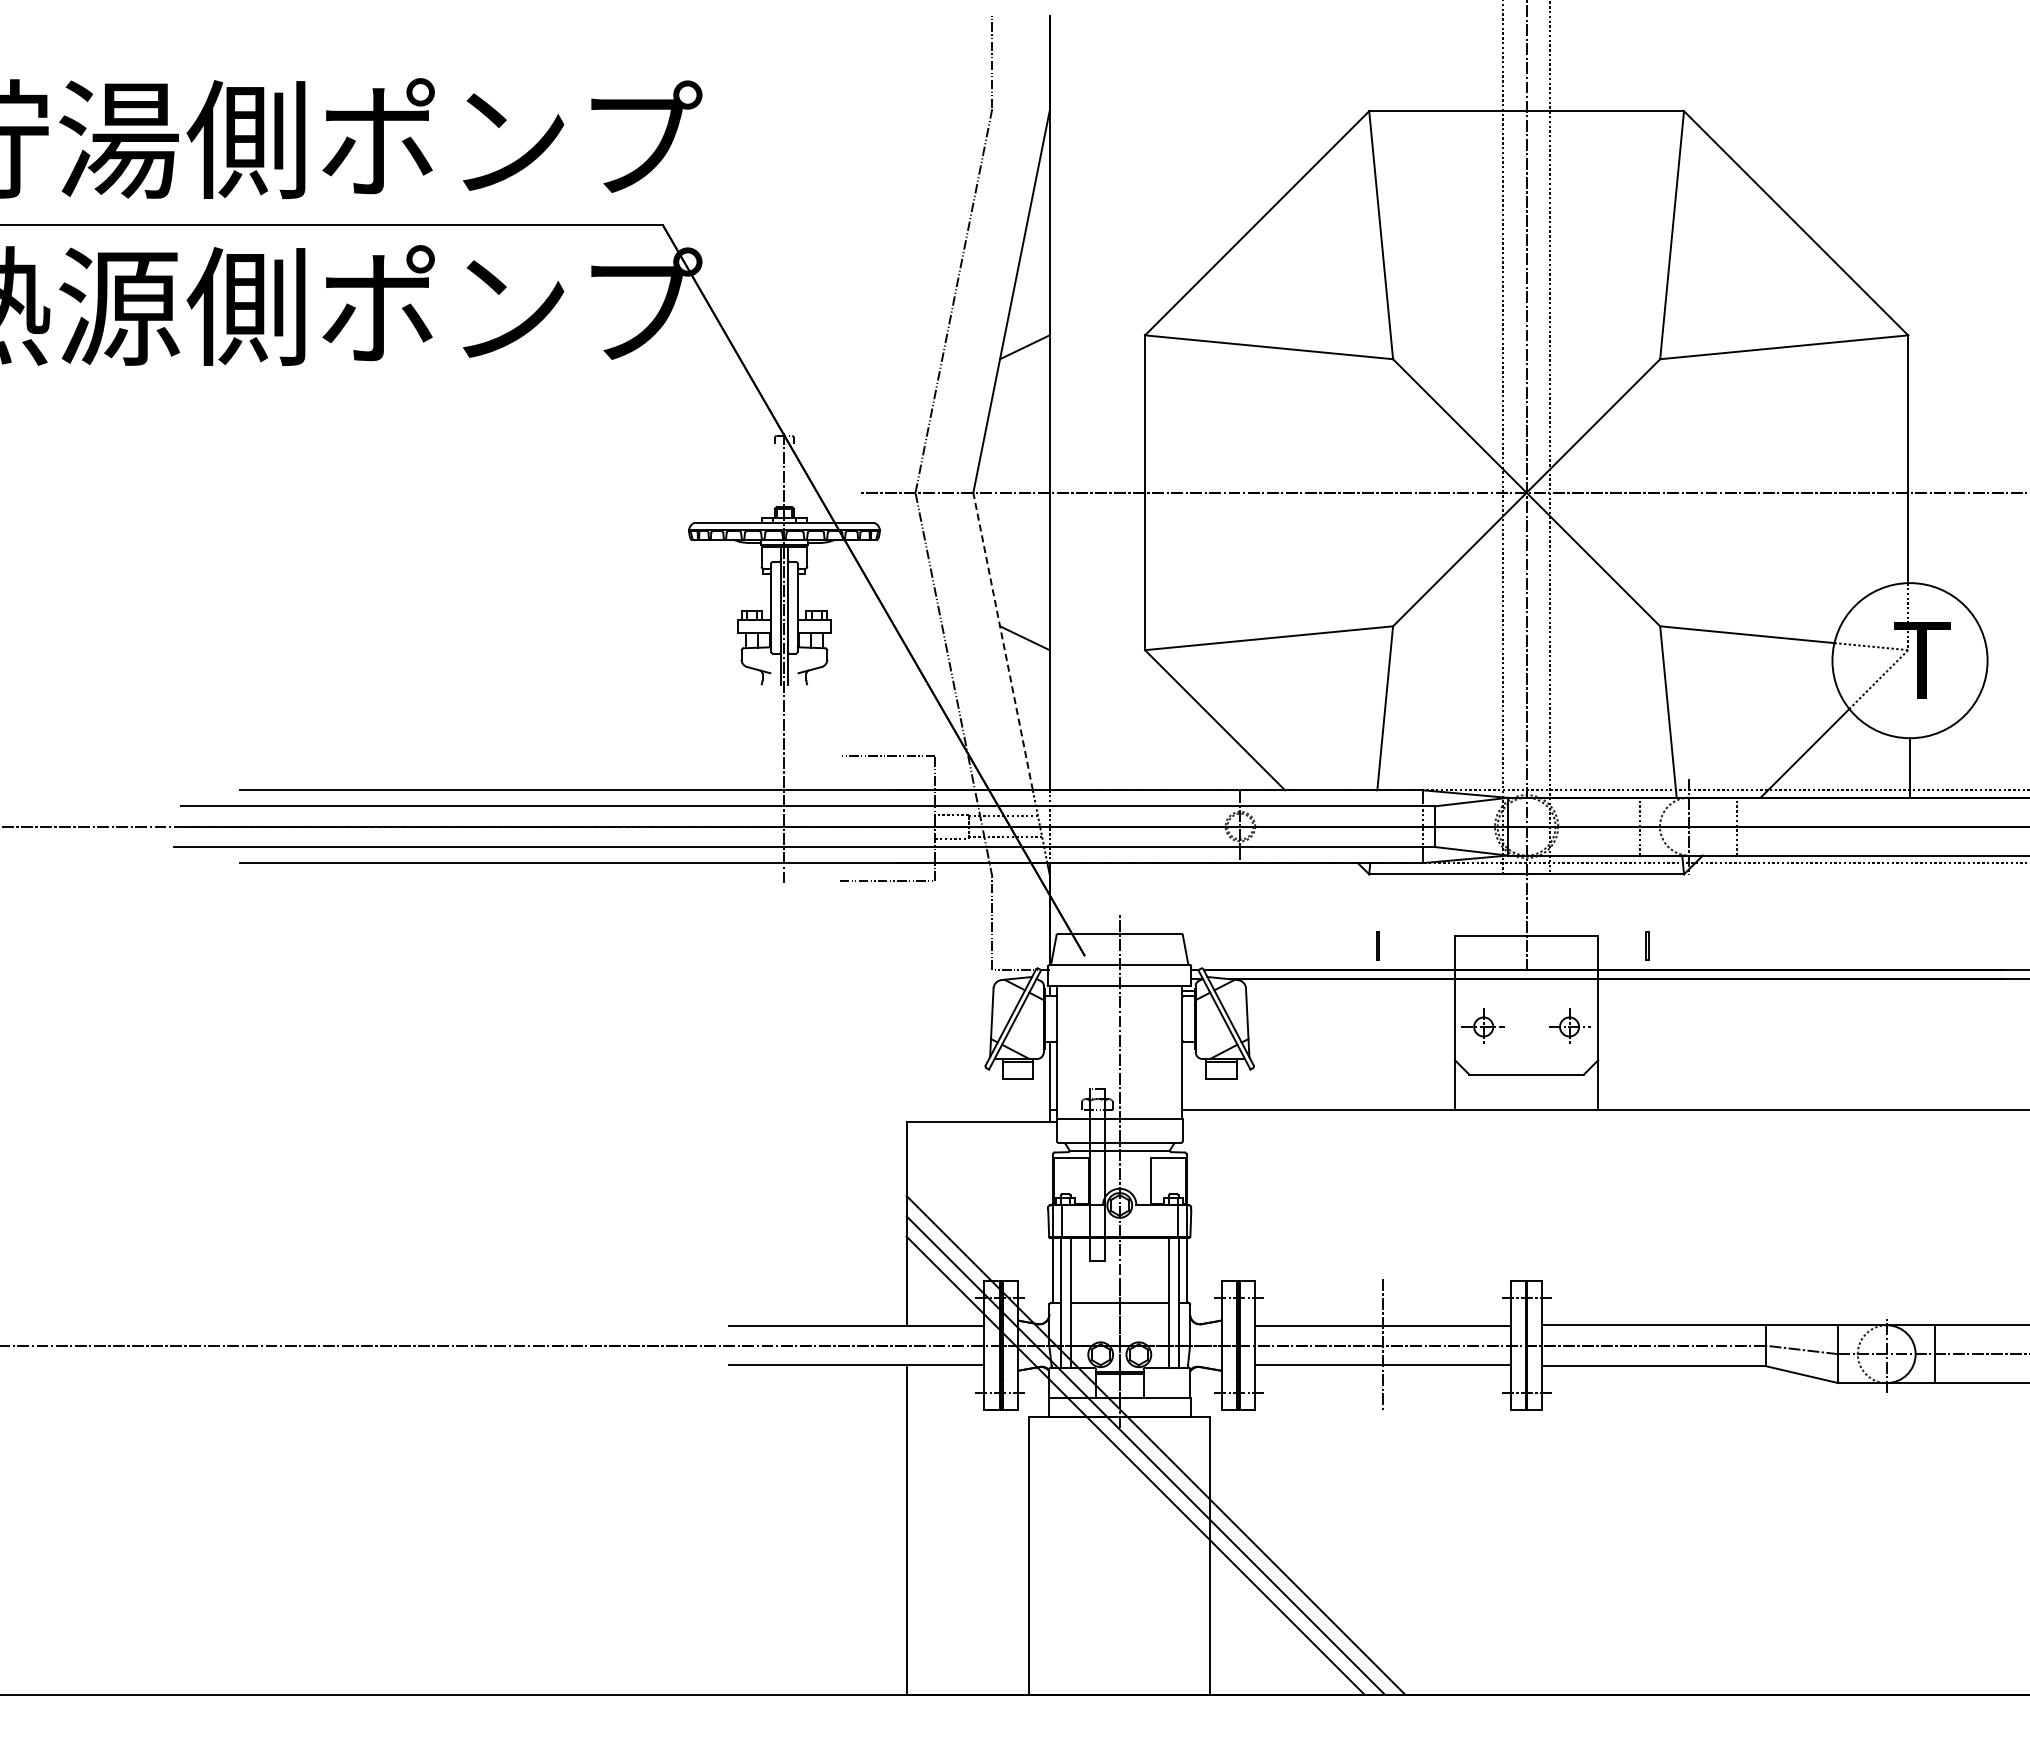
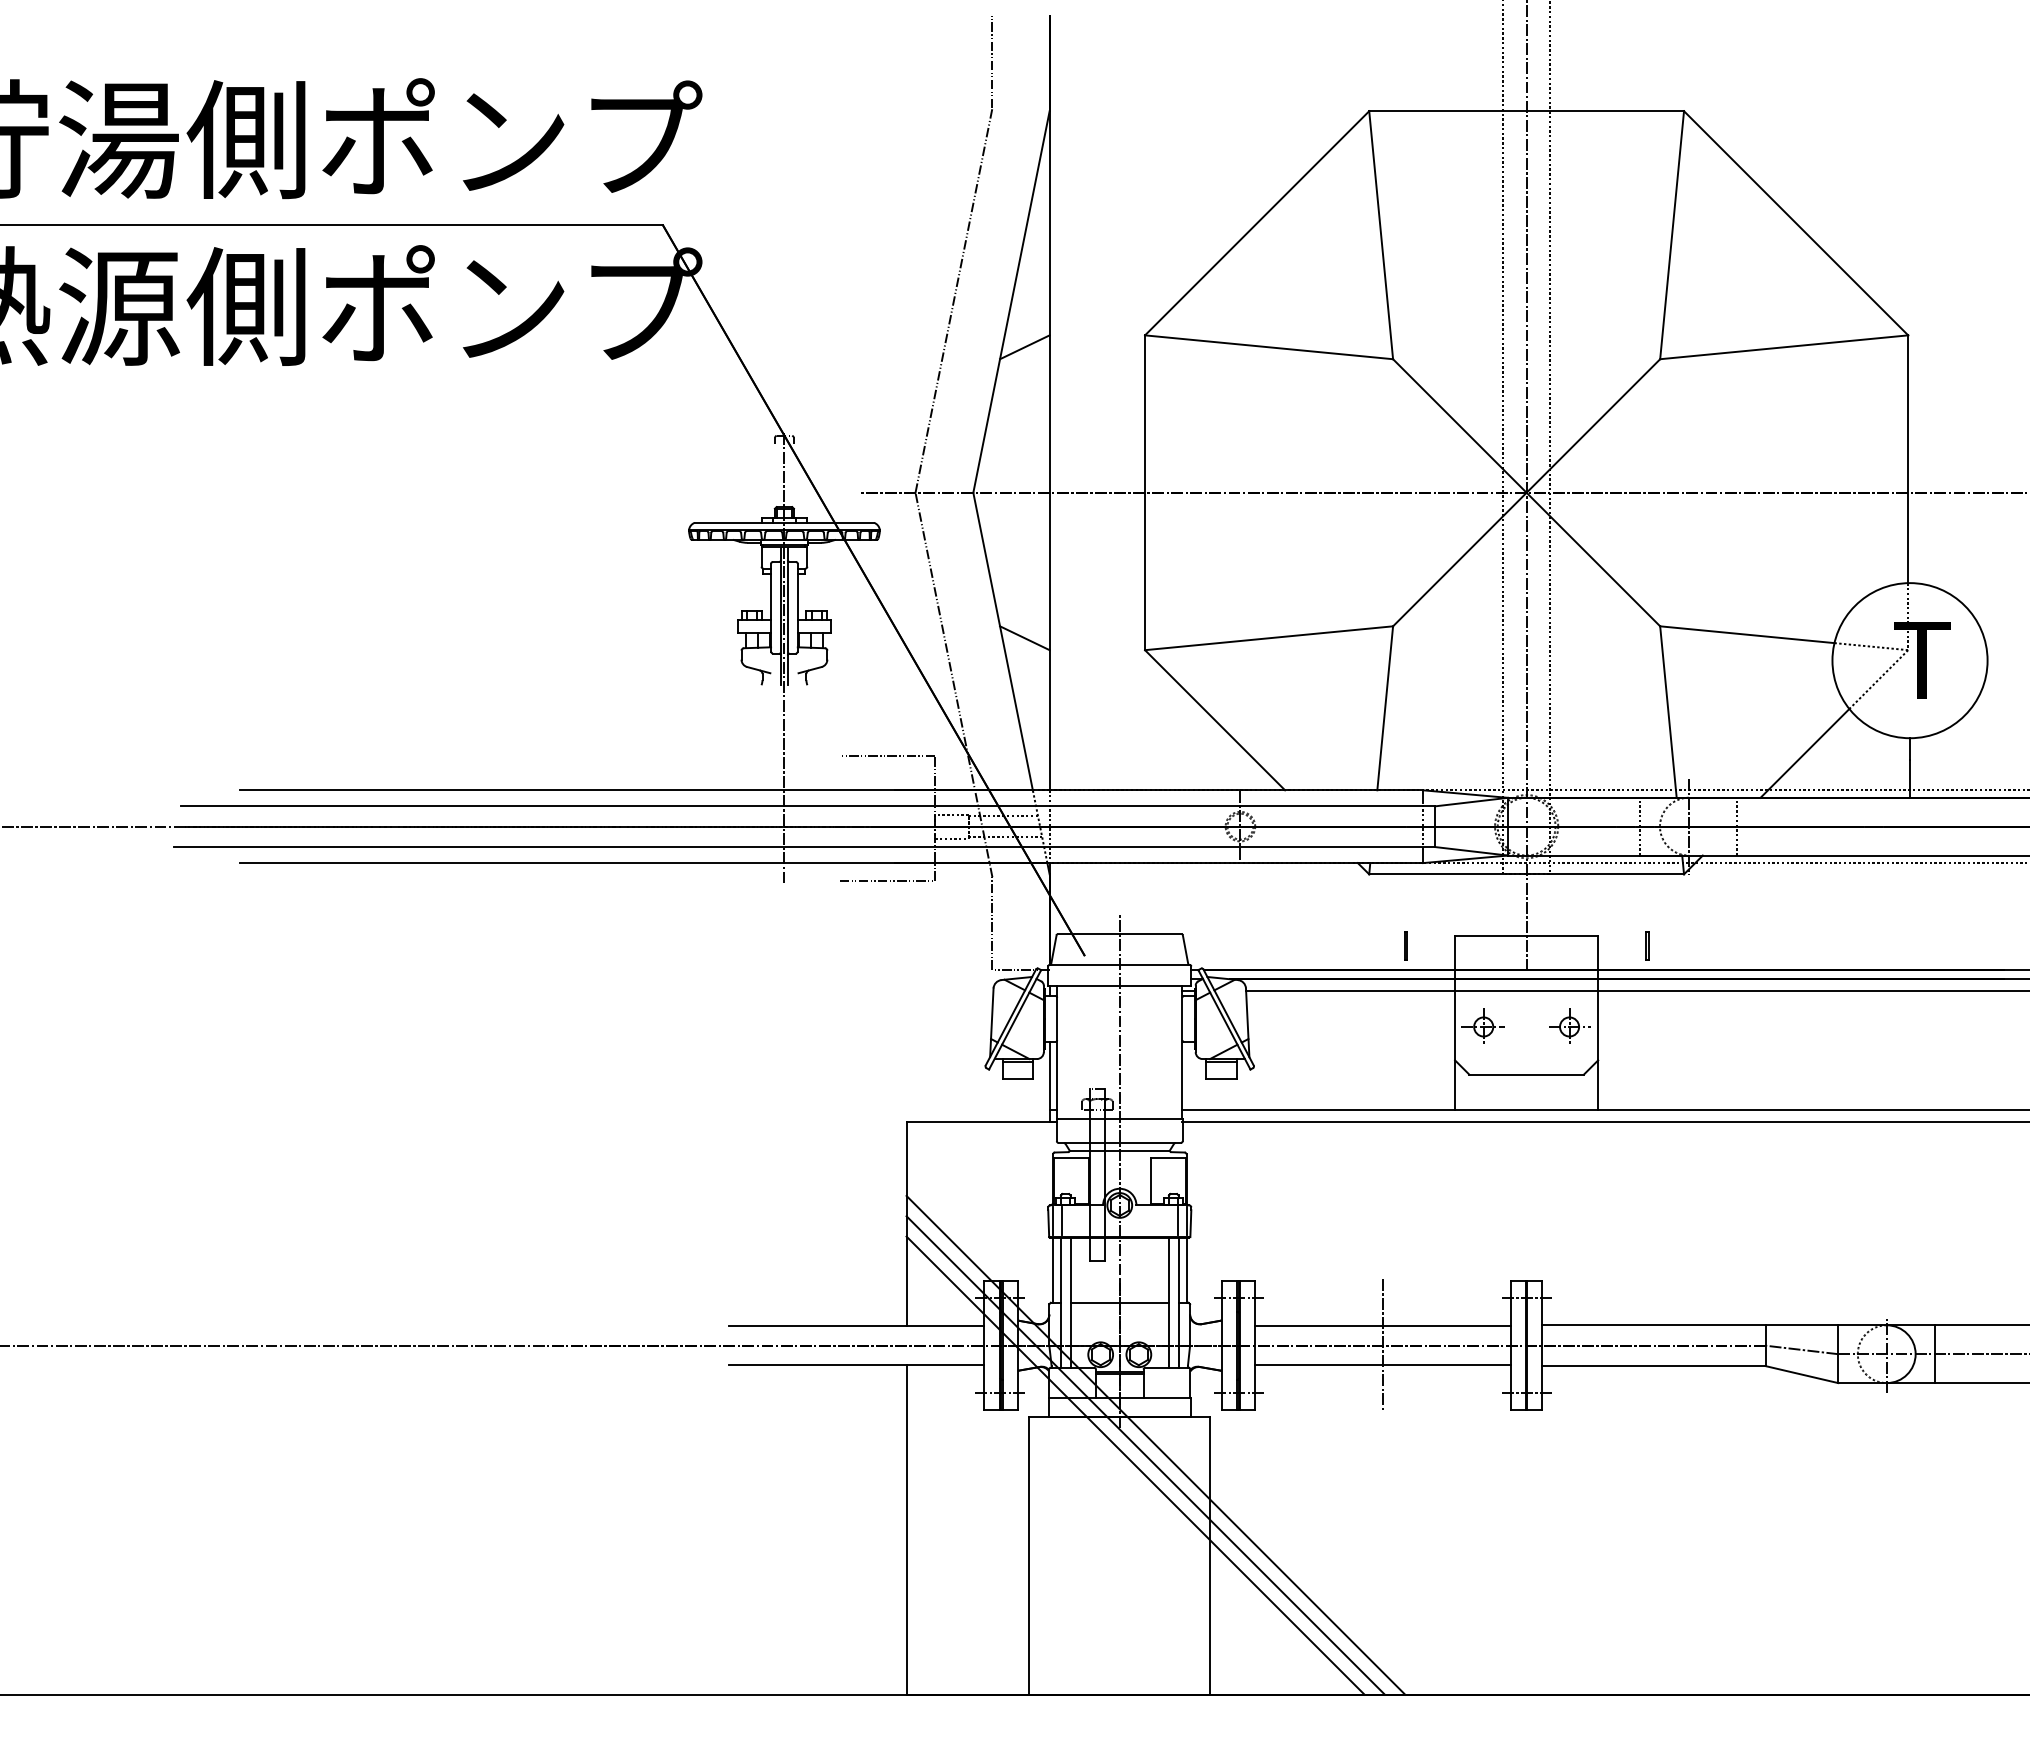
line at (1003, 641): dashed -> solid
line at (1377, 945) position: (1377, 945) -> (1405, 945)
line at (1636, 991): none -> present
line at (1604, 1122): none -> present
